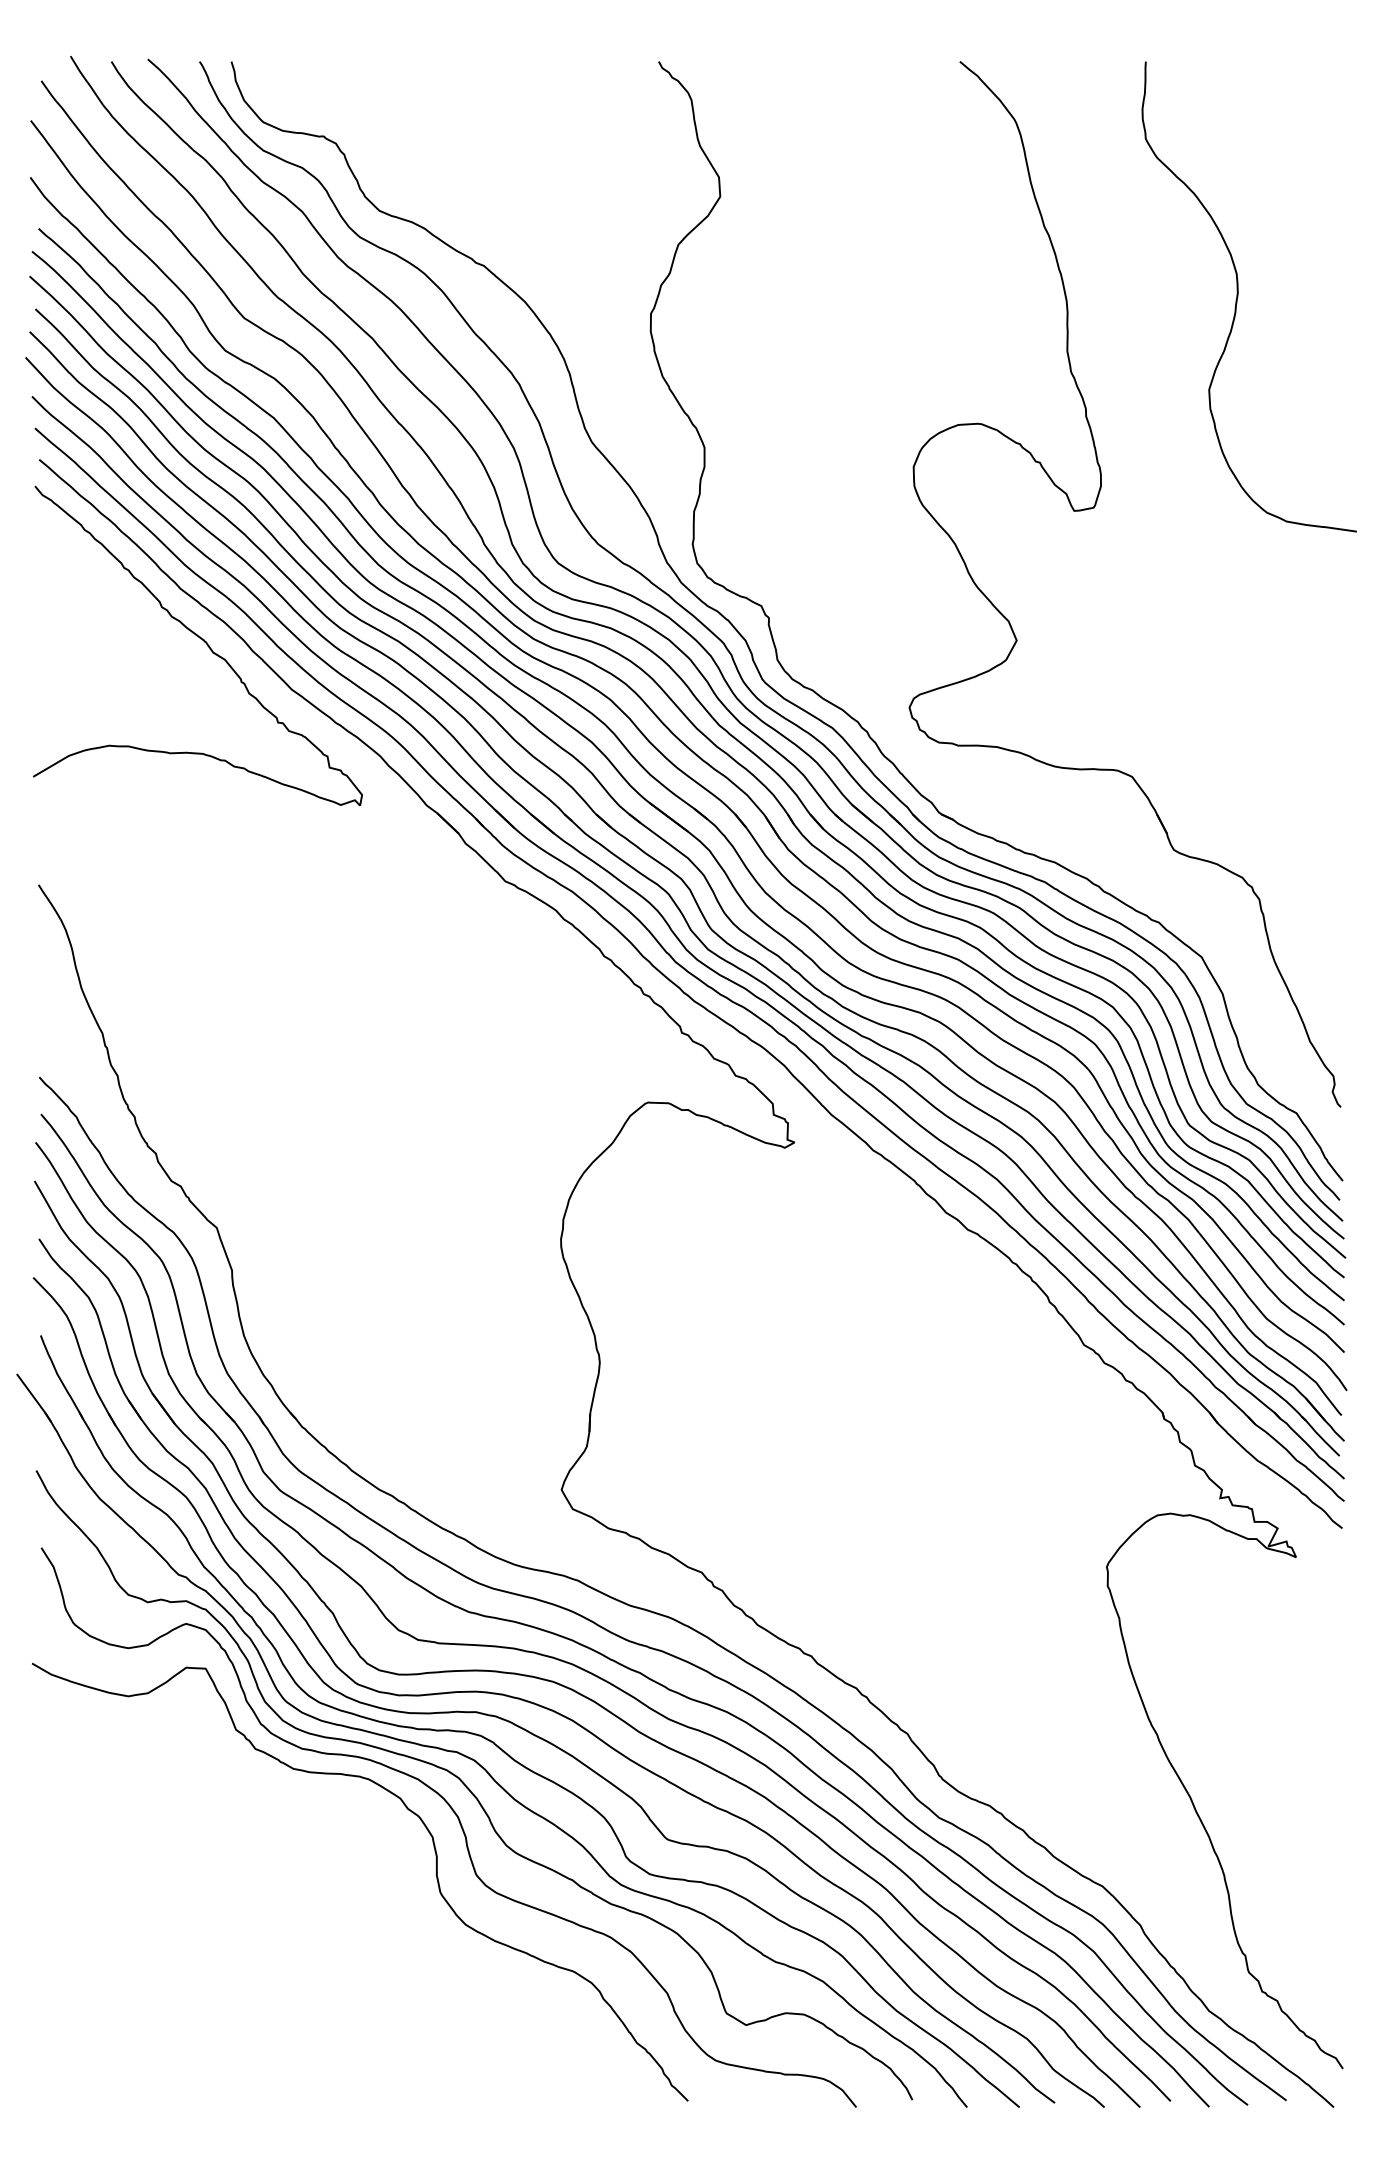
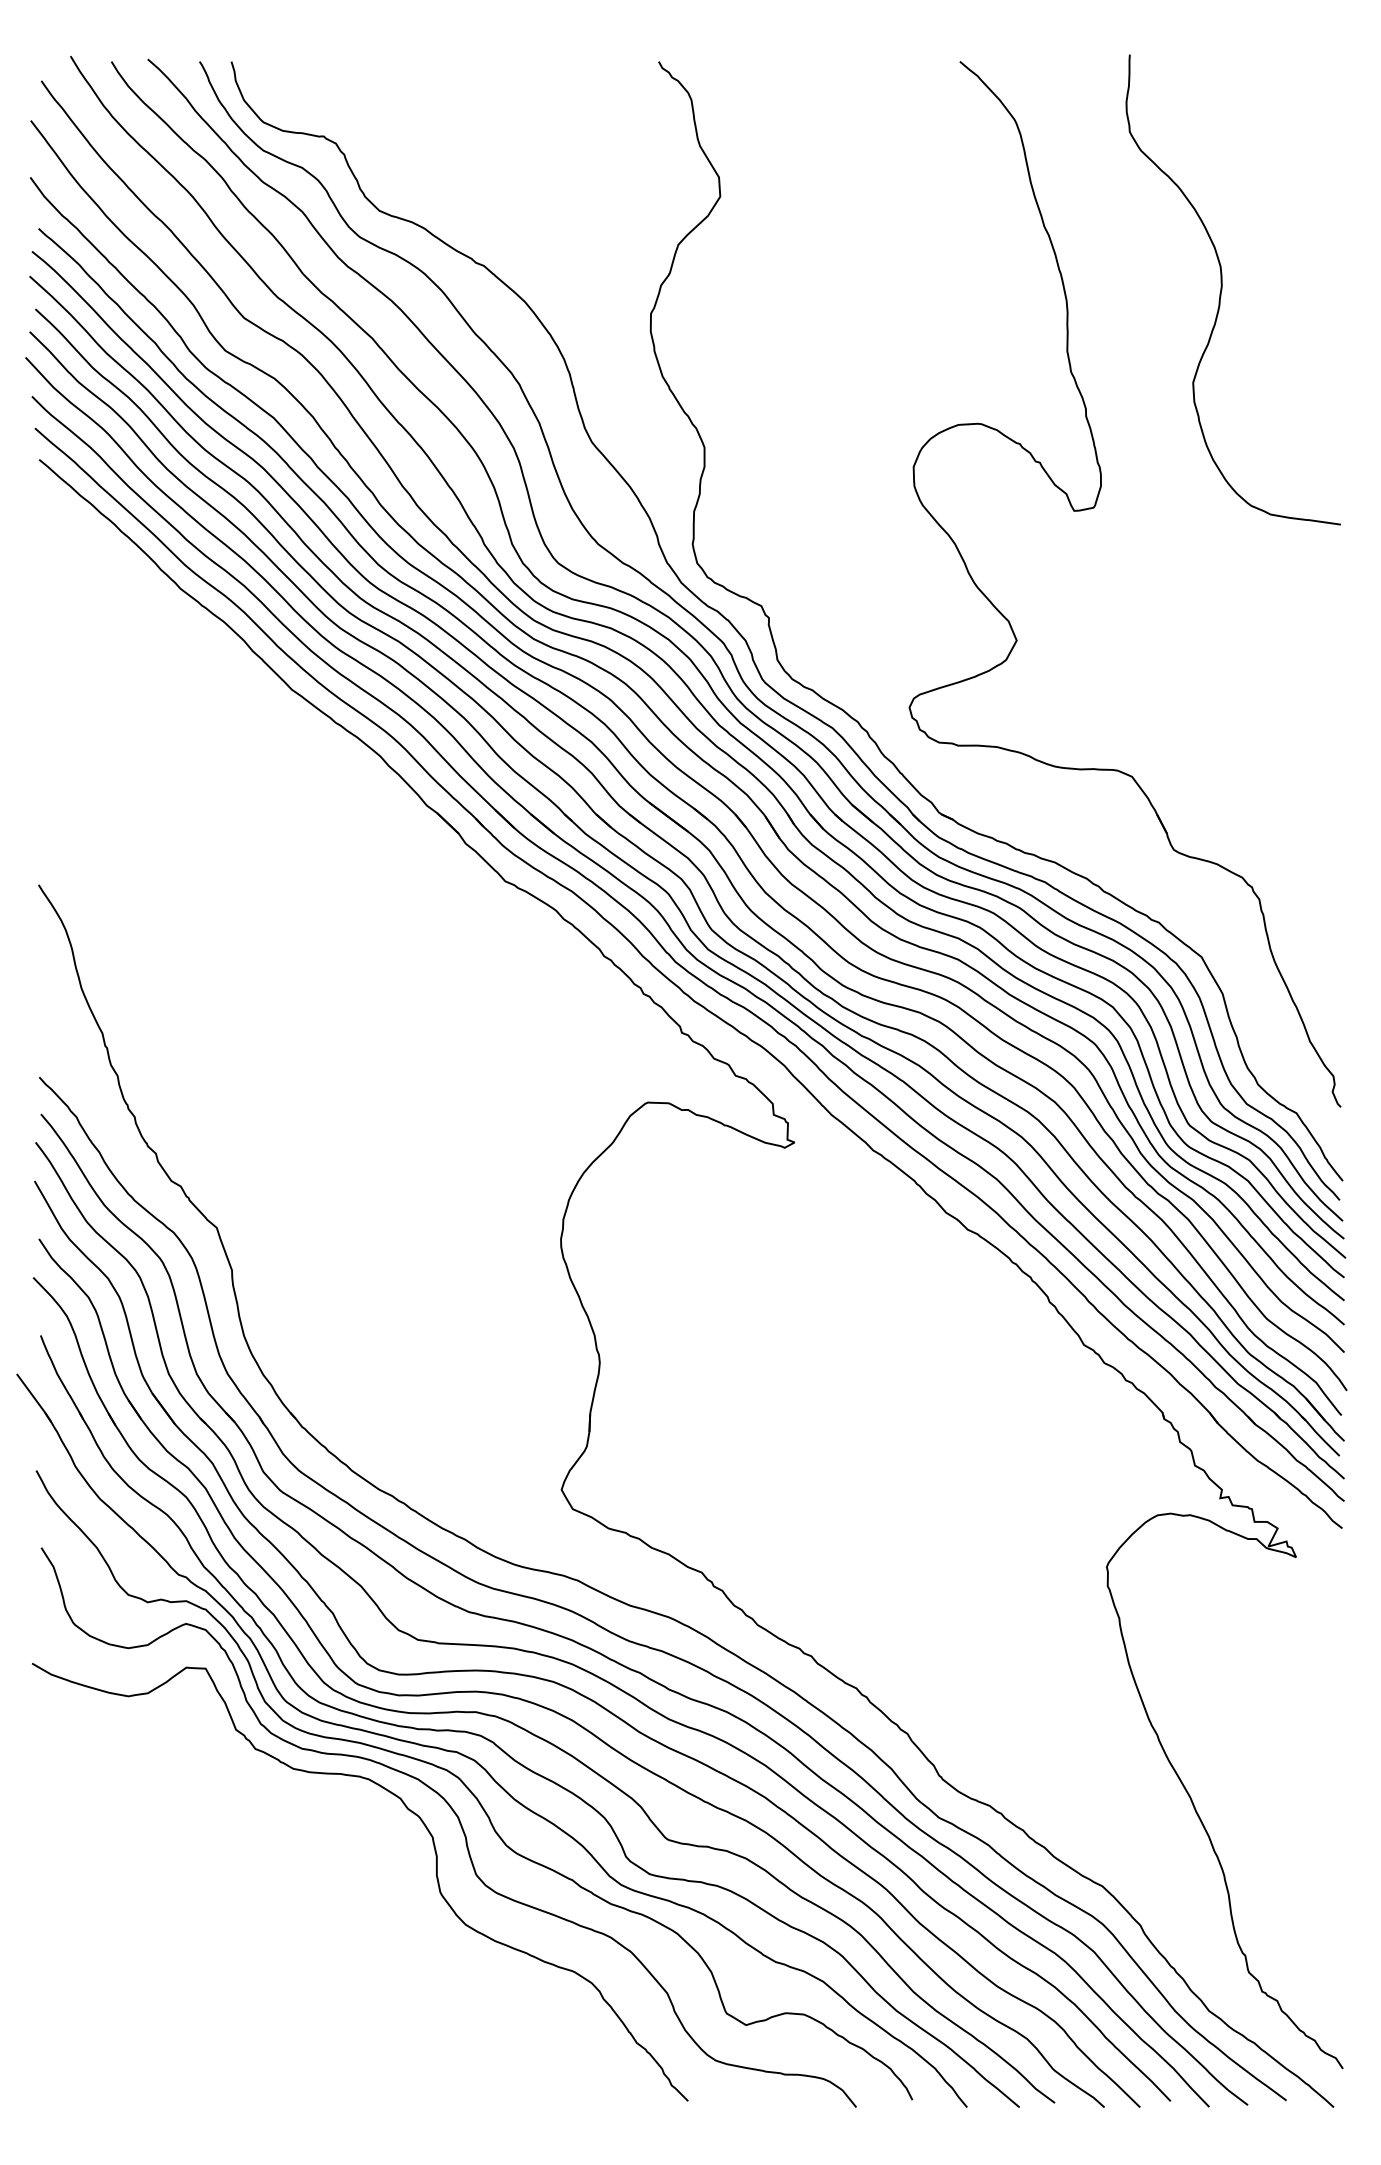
curve at (1238, 296) position: (1238, 296) -> (1222, 289)
curve at (200, 639): present -> none
